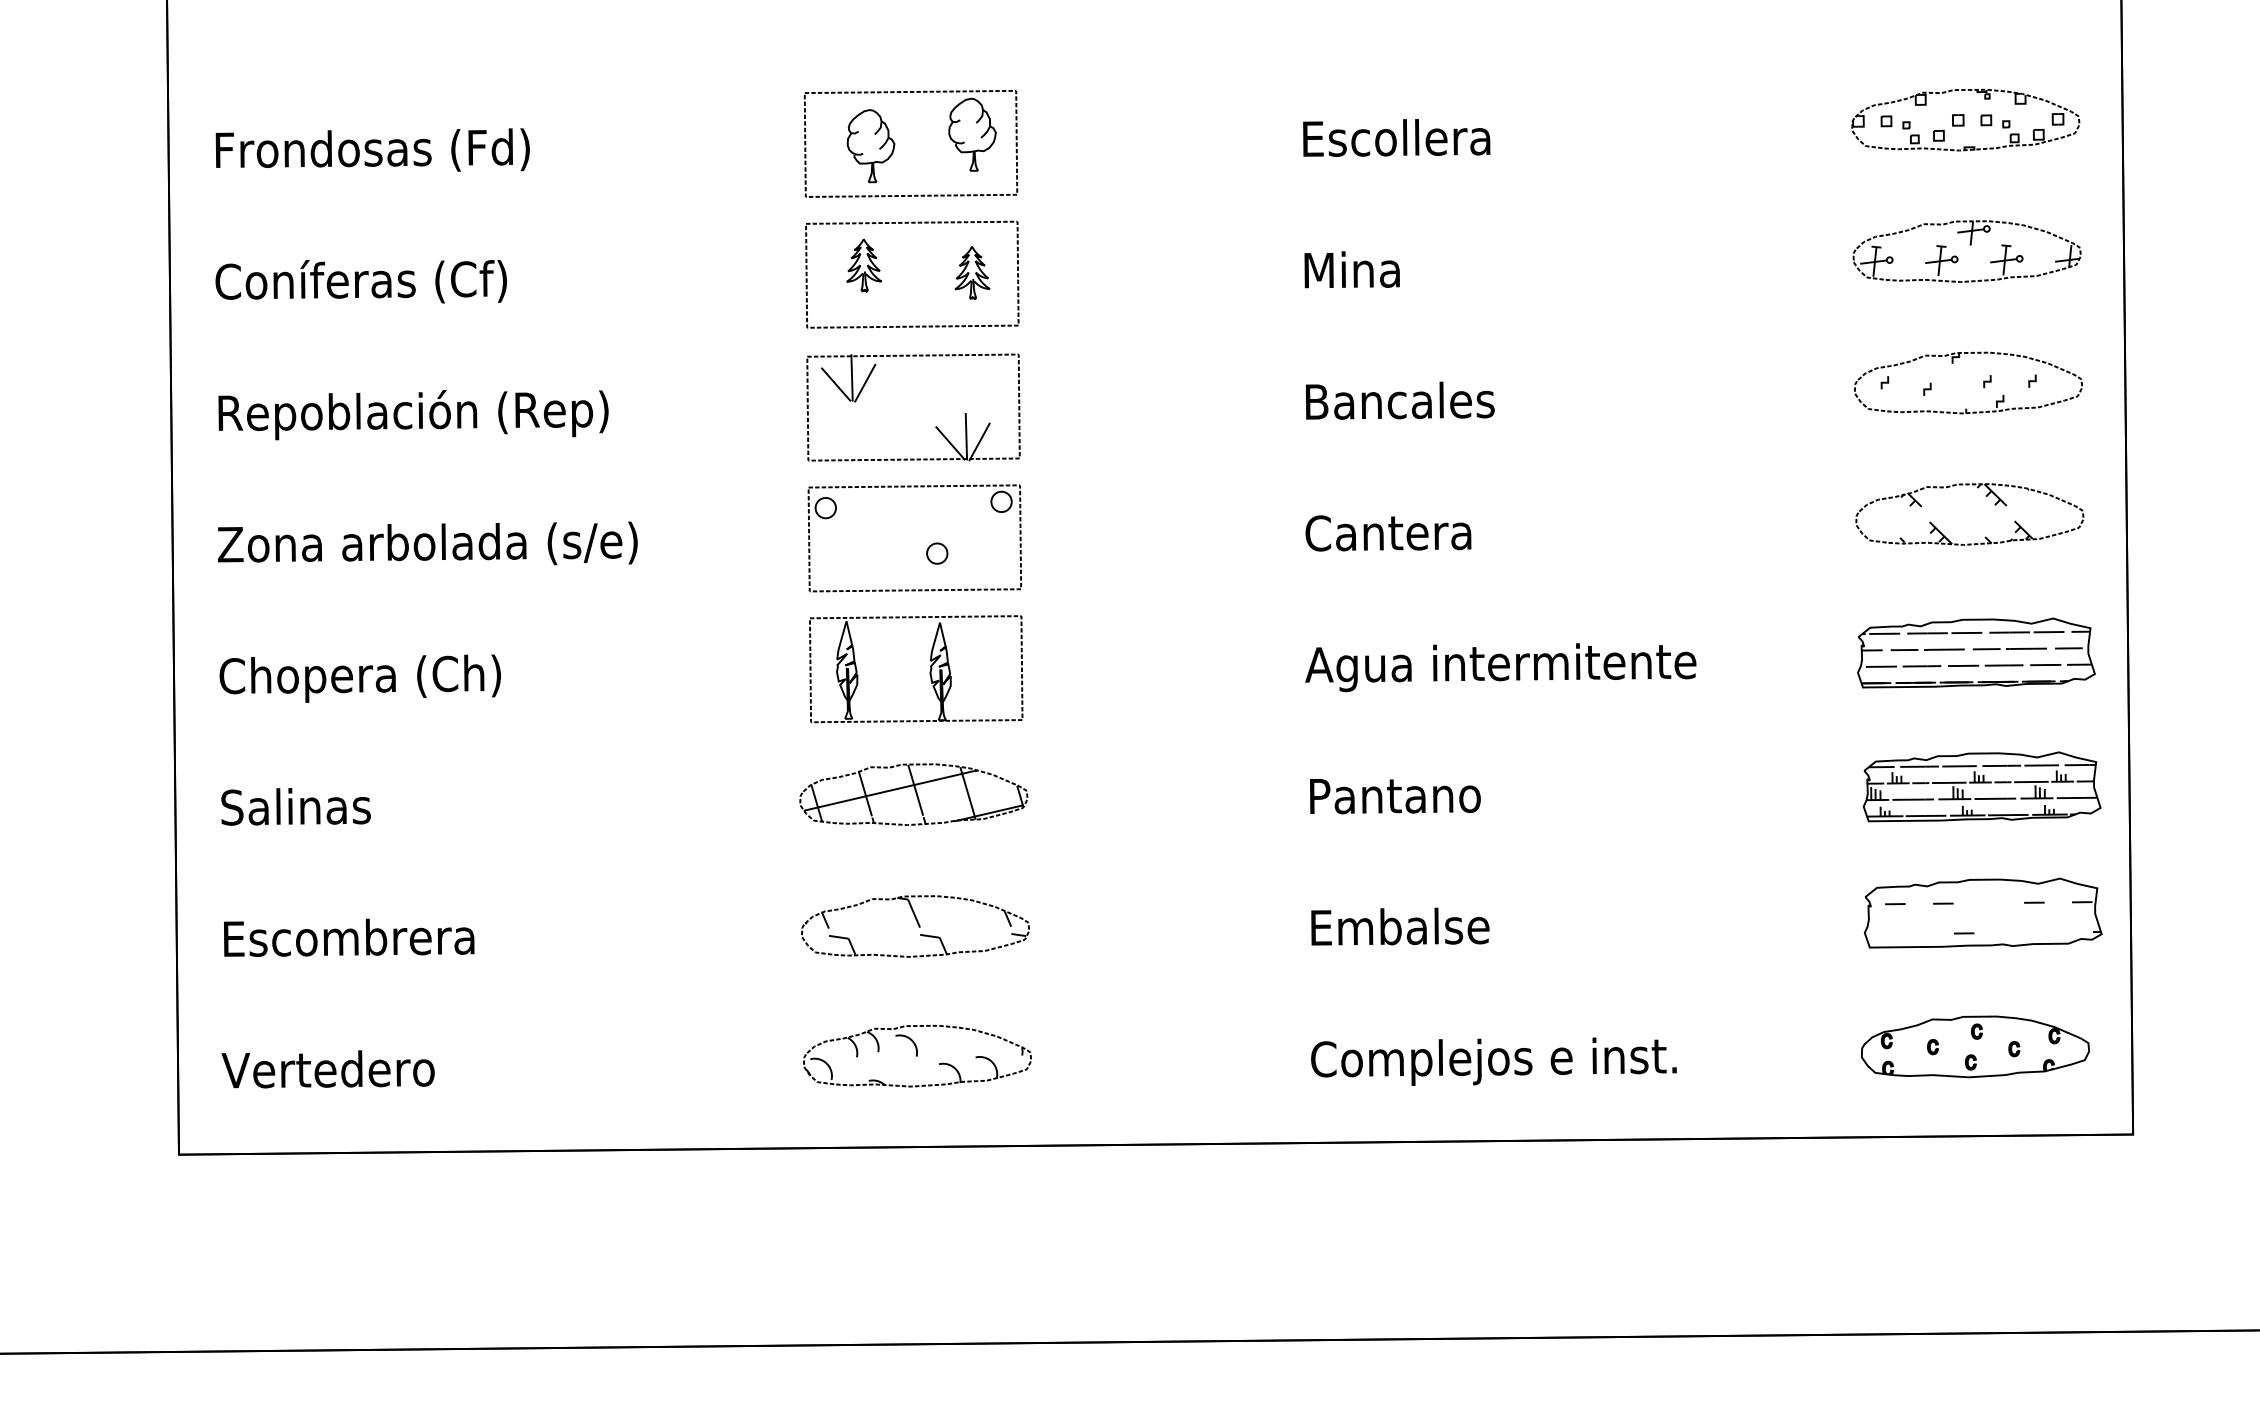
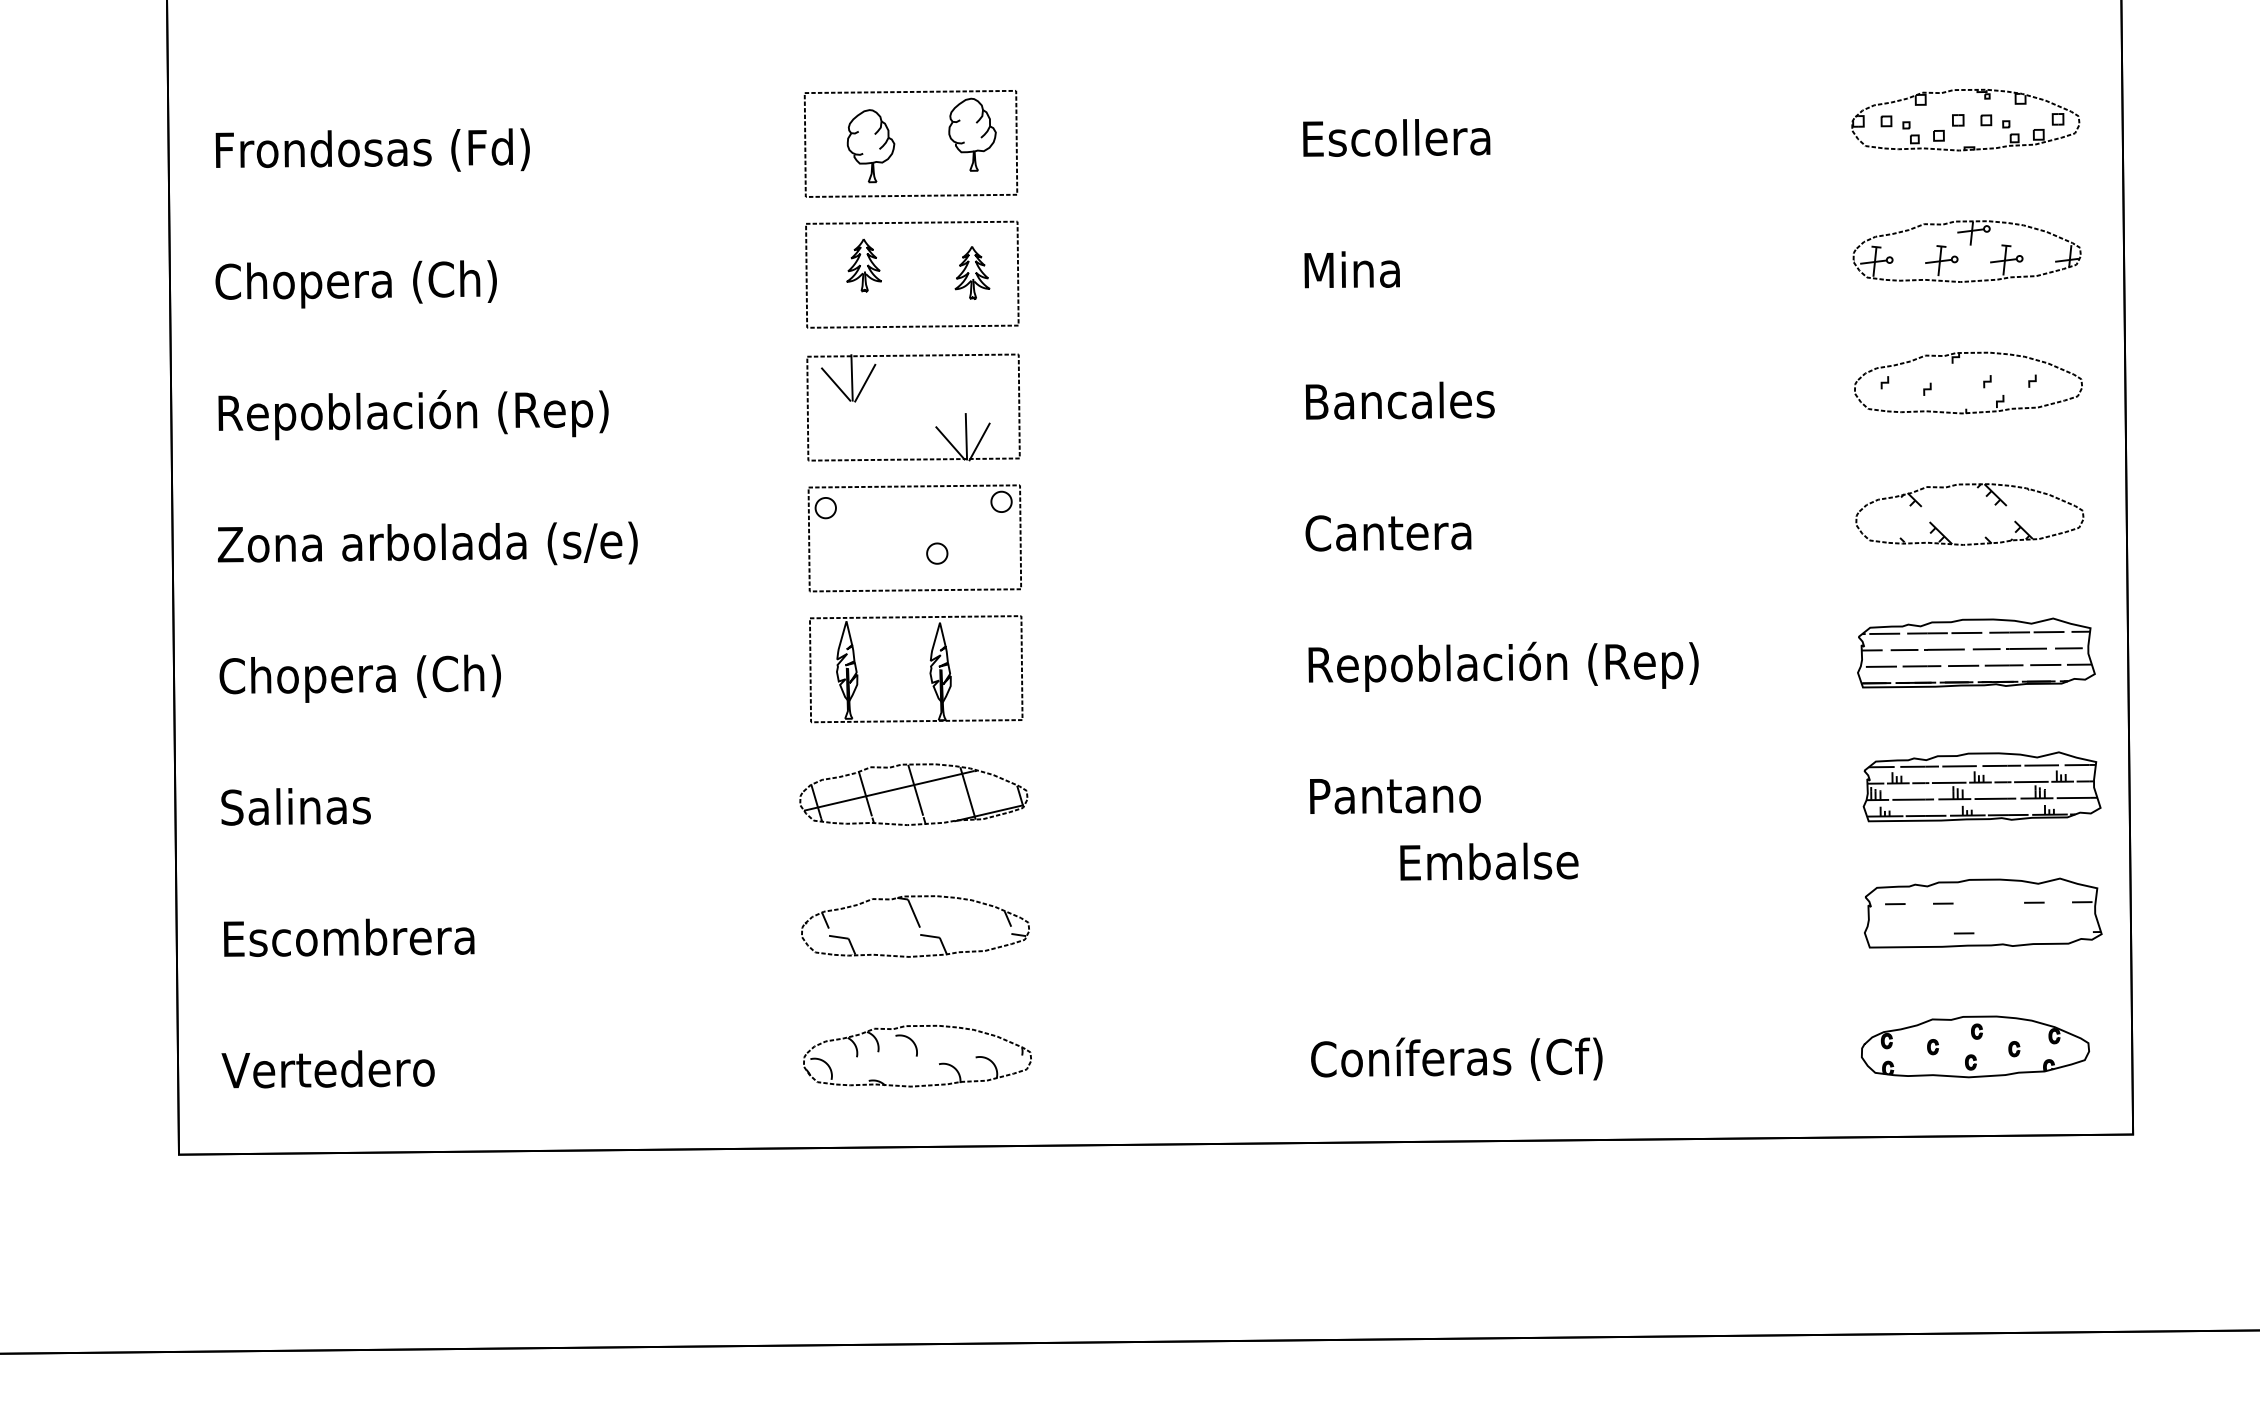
text at (375, 284): Coníferas (Cf) -> Chopera (Ch)
text at (1501, 666): Agua intermitente -> Repoblación (Rep)
text at (1400, 926) position: (1400, 926) -> (1489, 861)
text at (1528, 1061): Complejos e inst. -> Coníferas (Cf)
